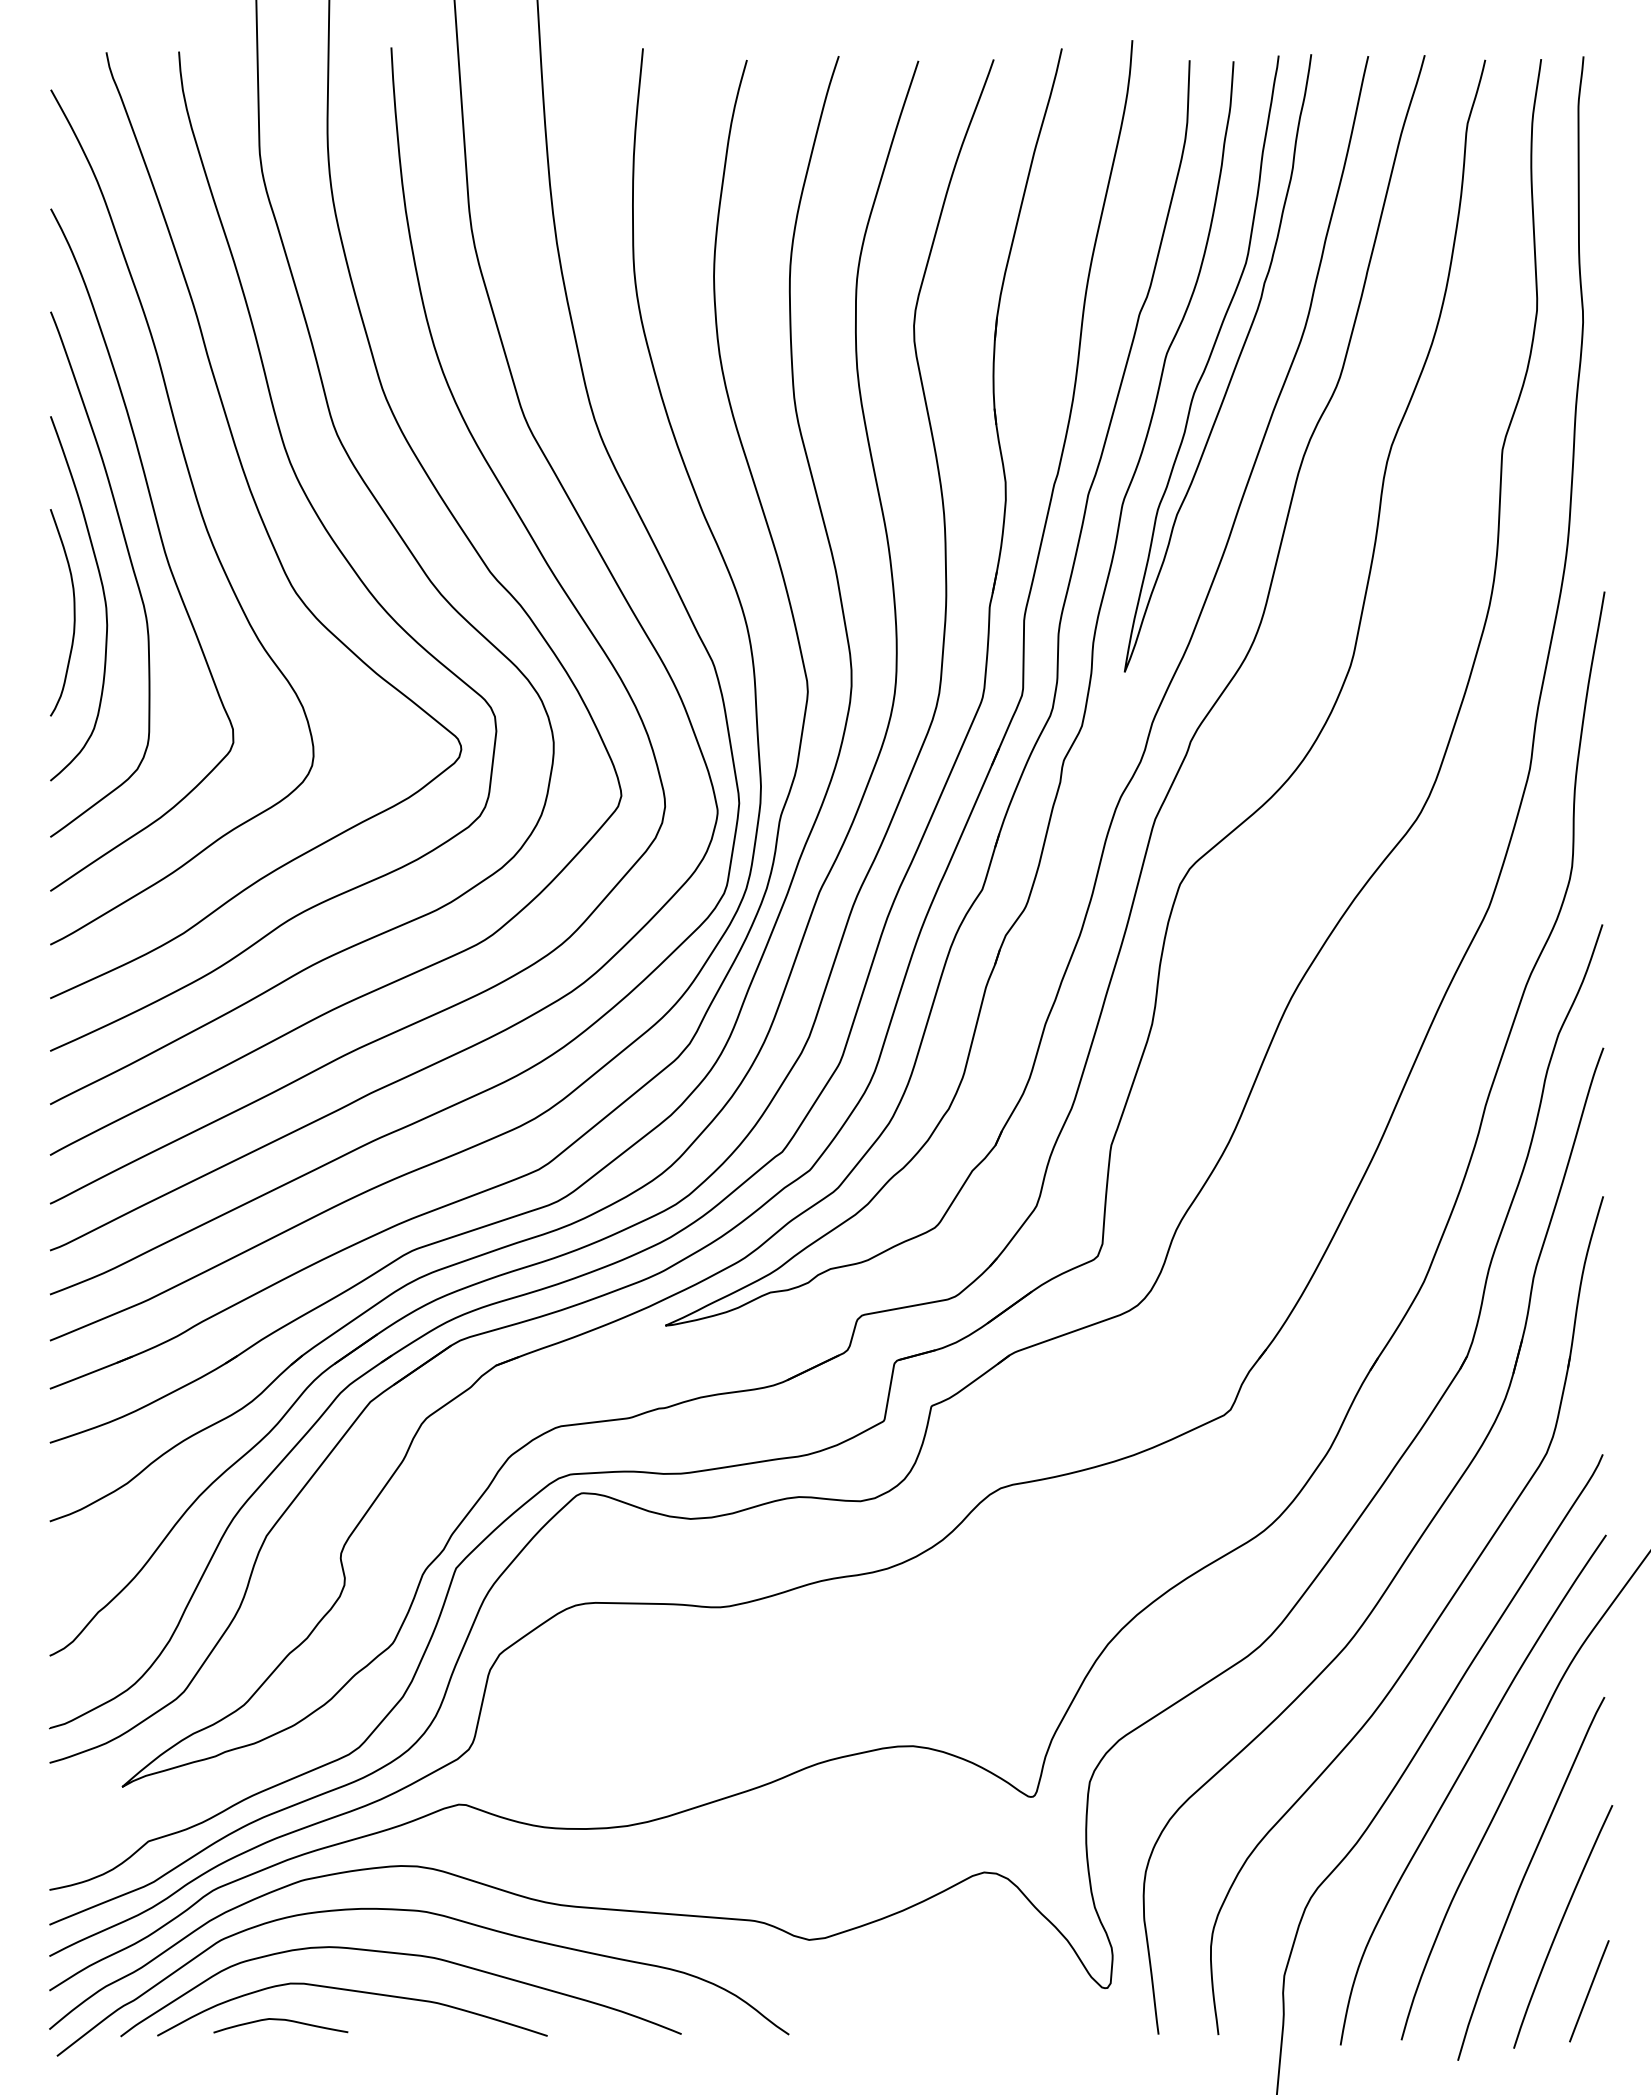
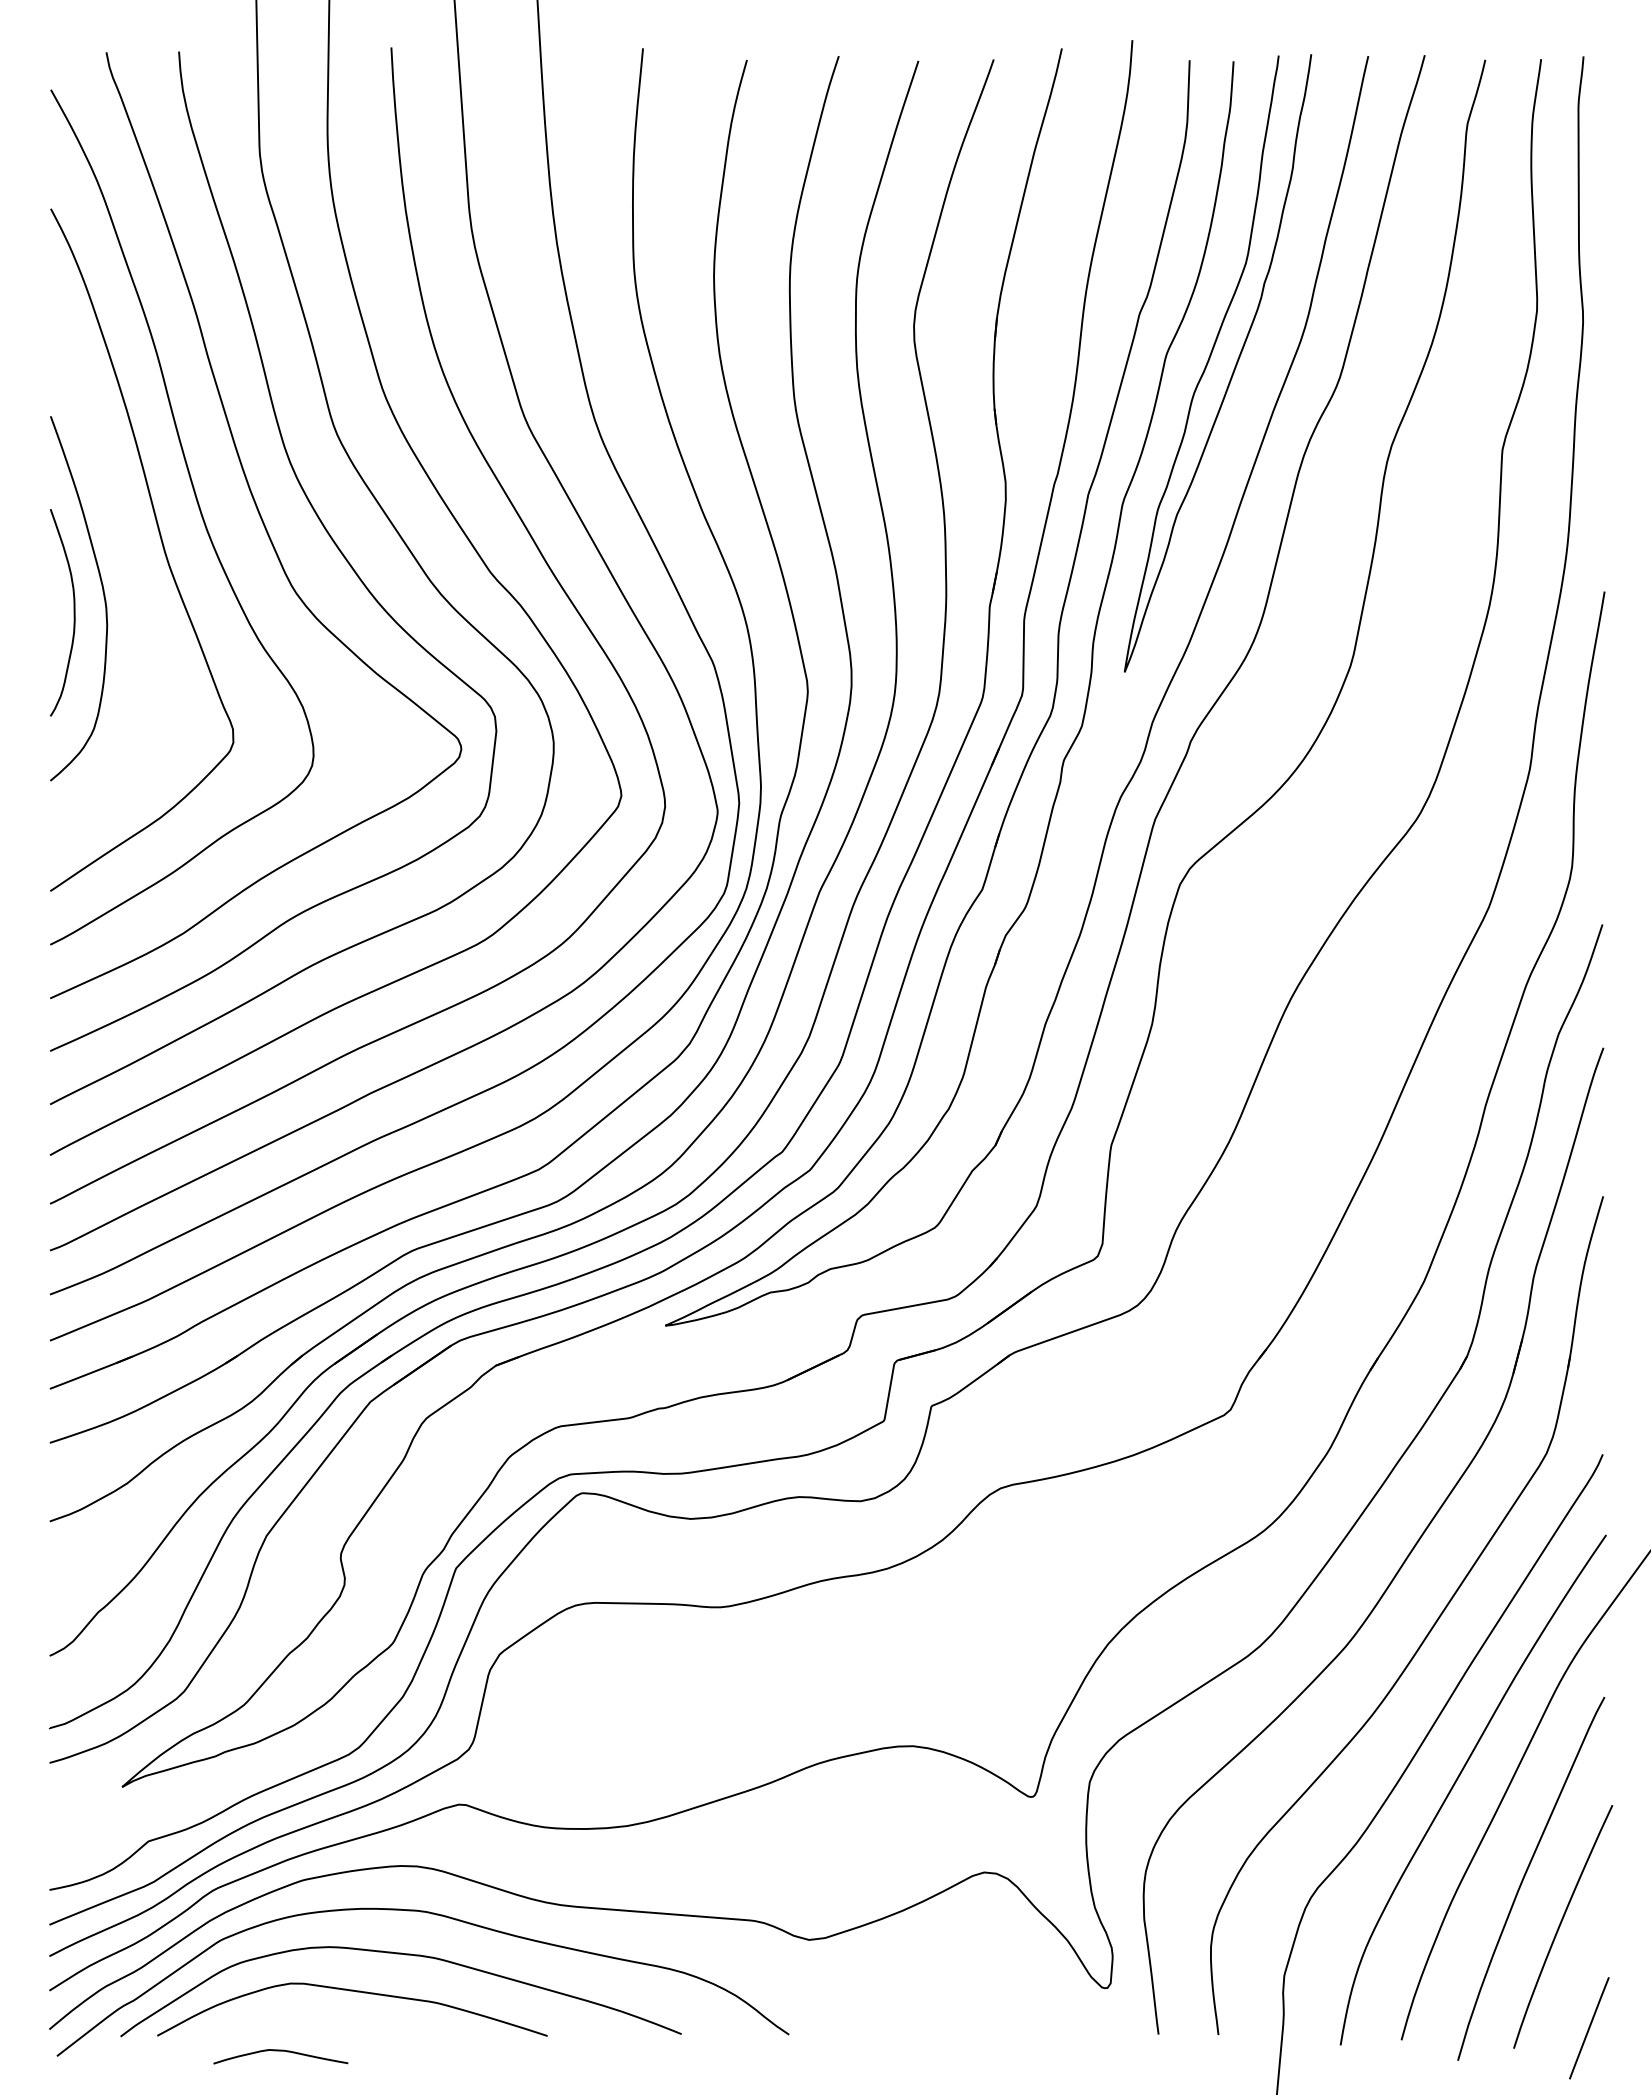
curve at (131, 567): present -> none
line at (1589, 1991) position: (1589, 1991) -> (1589, 2028)
curve at (280, 2020) position: (280, 2020) -> (280, 2051)
